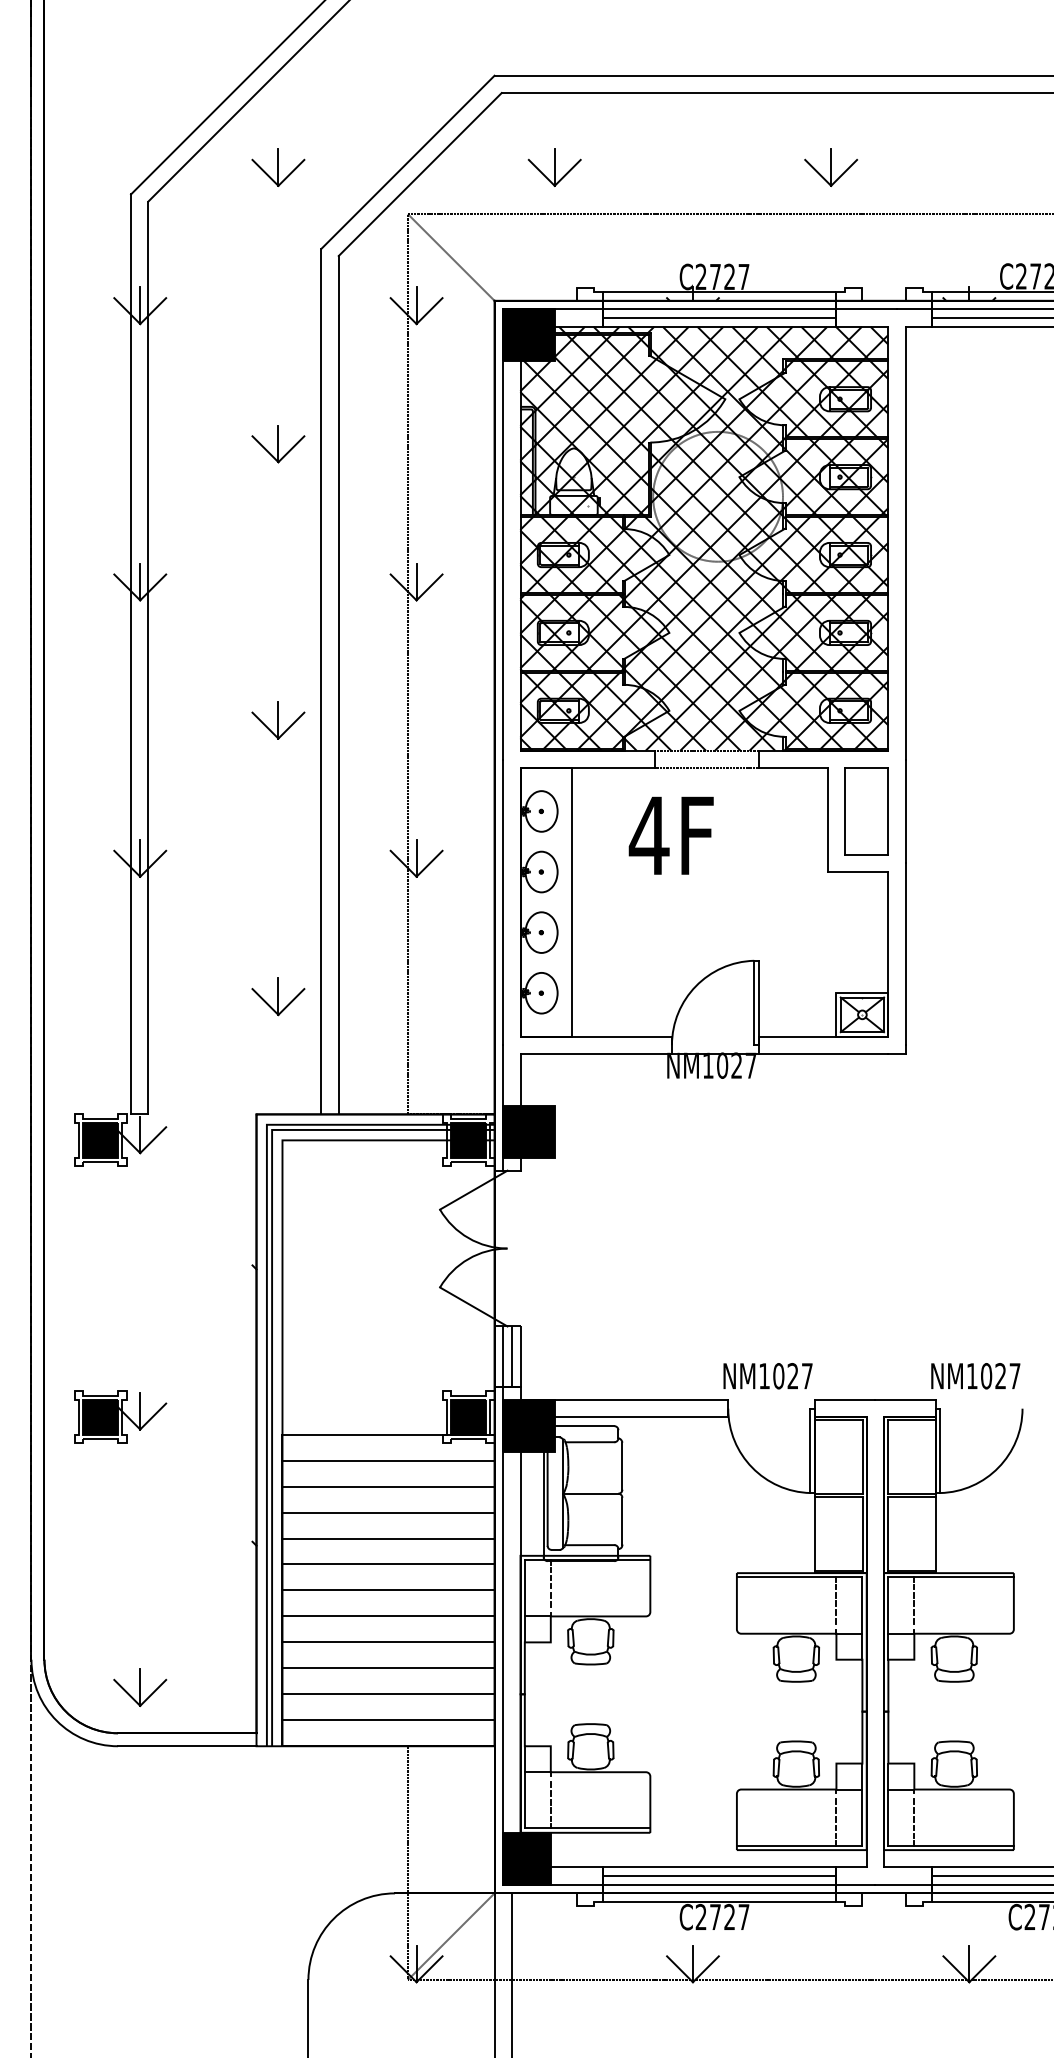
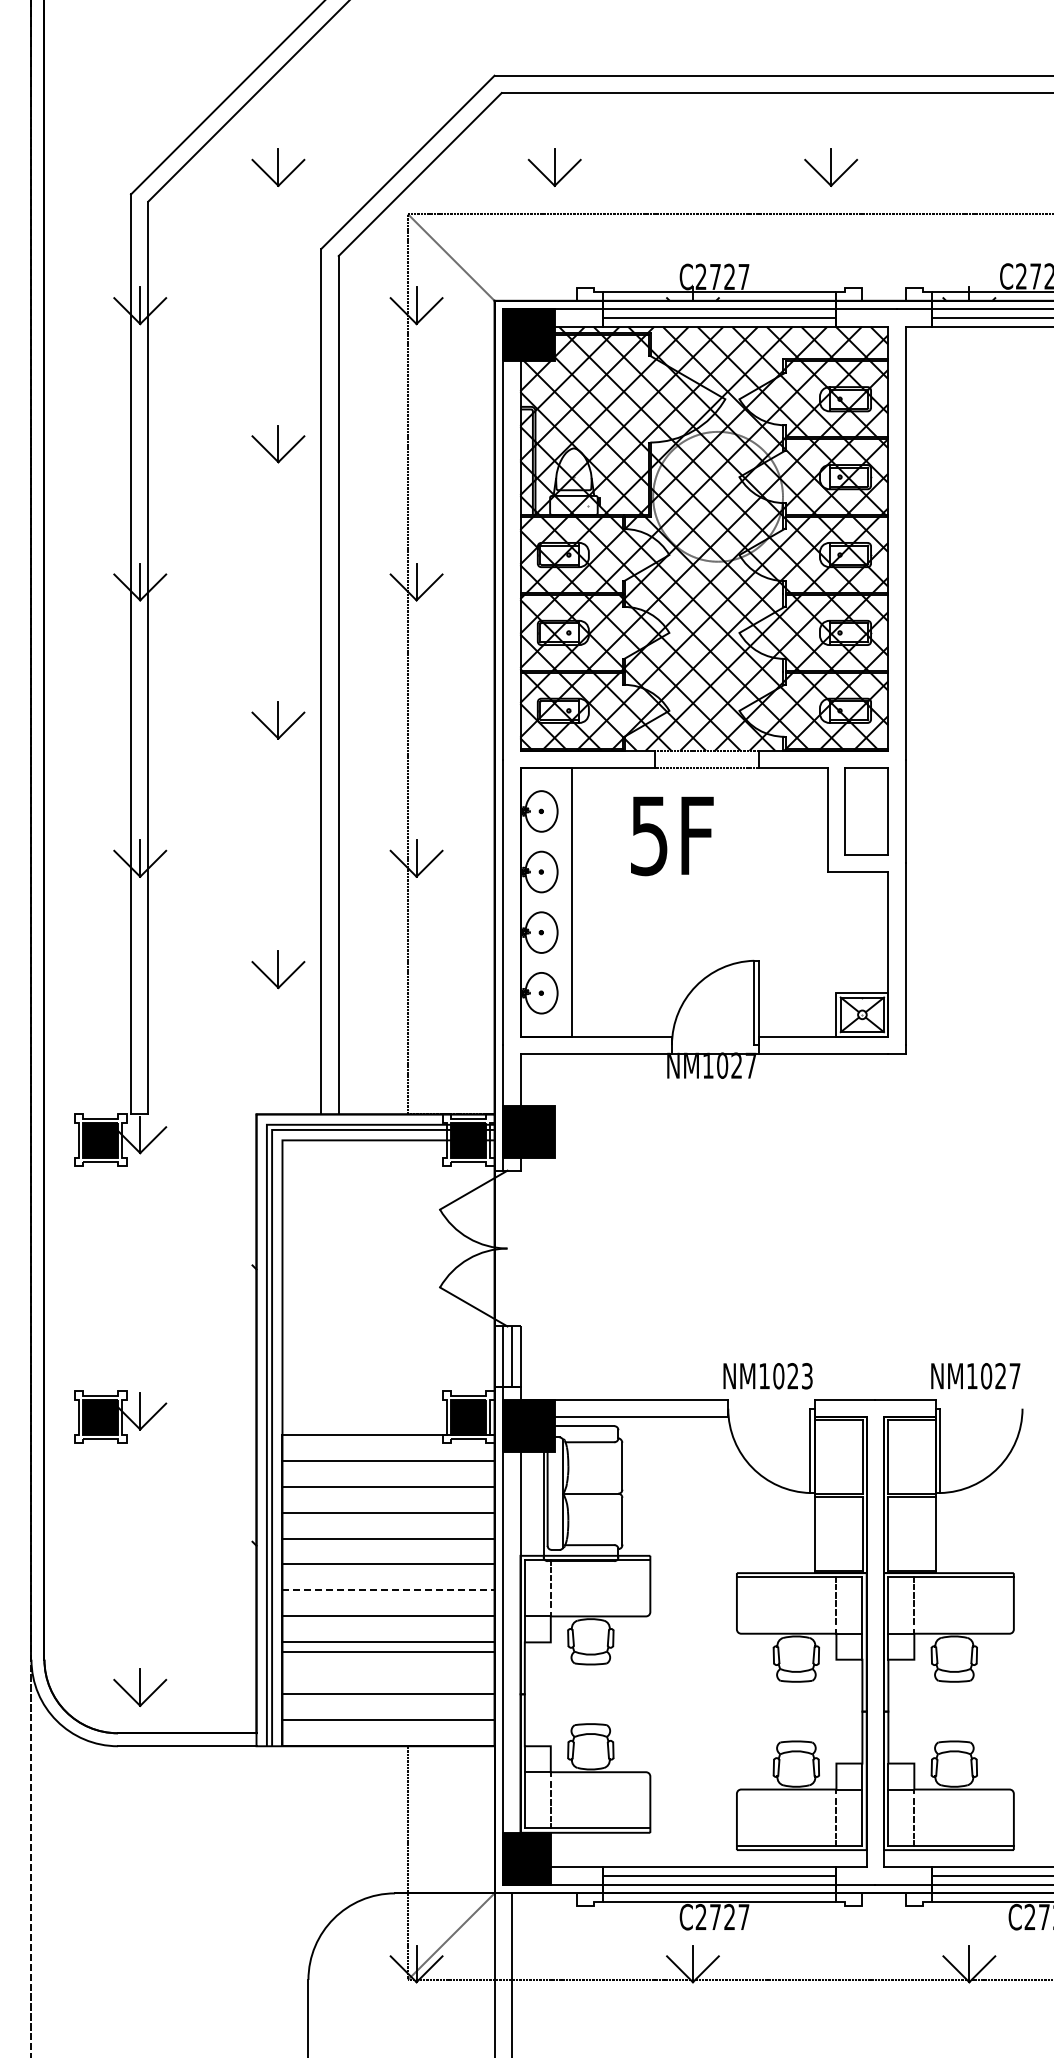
text at (648, 836): 4F -> 5F
part at (278, 996) position: (278, 996) -> (278, 969)
text at (807, 1376): NM1027 -> NM1023
line at (389, 1590): solid -> dashed
line at (388, 1668) position: (388, 1668) -> (388, 1652)
